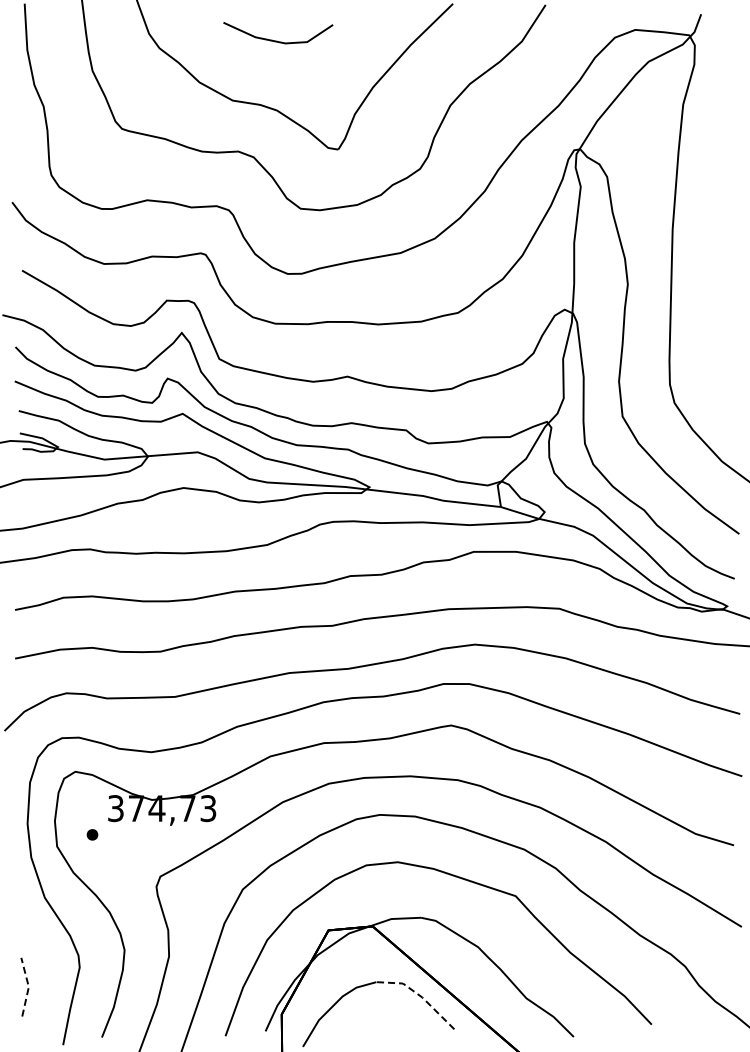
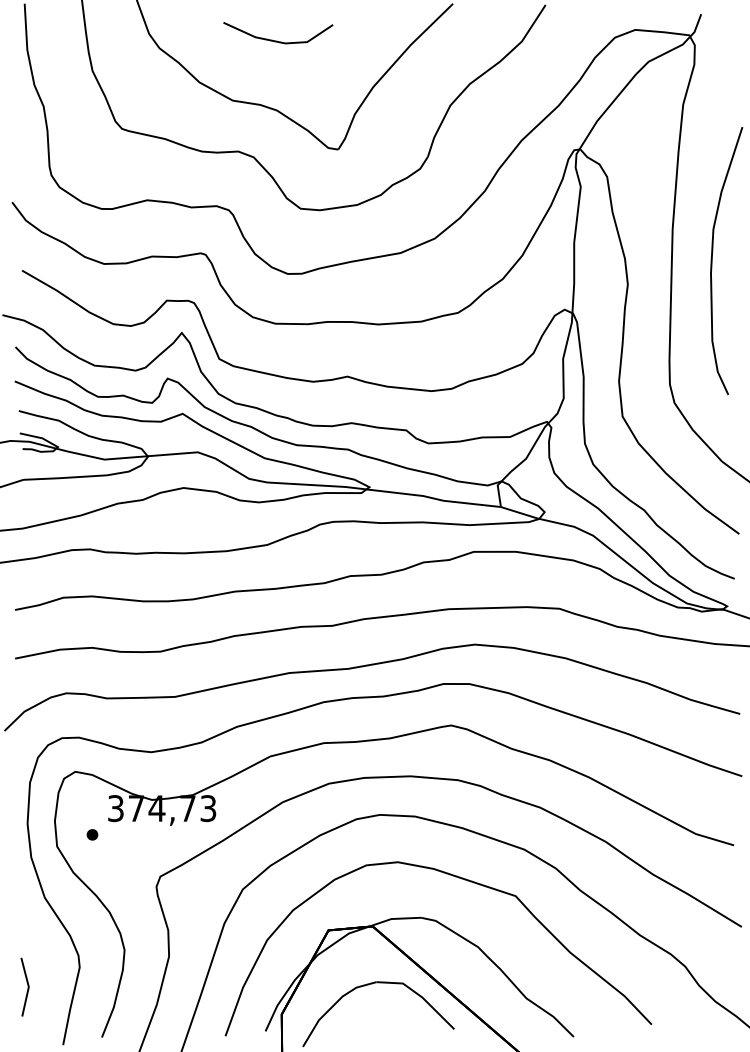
curve at (712, 260): none -> present
line at (28, 987): dashed -> solid
line at (419, 995): dashed -> solid
